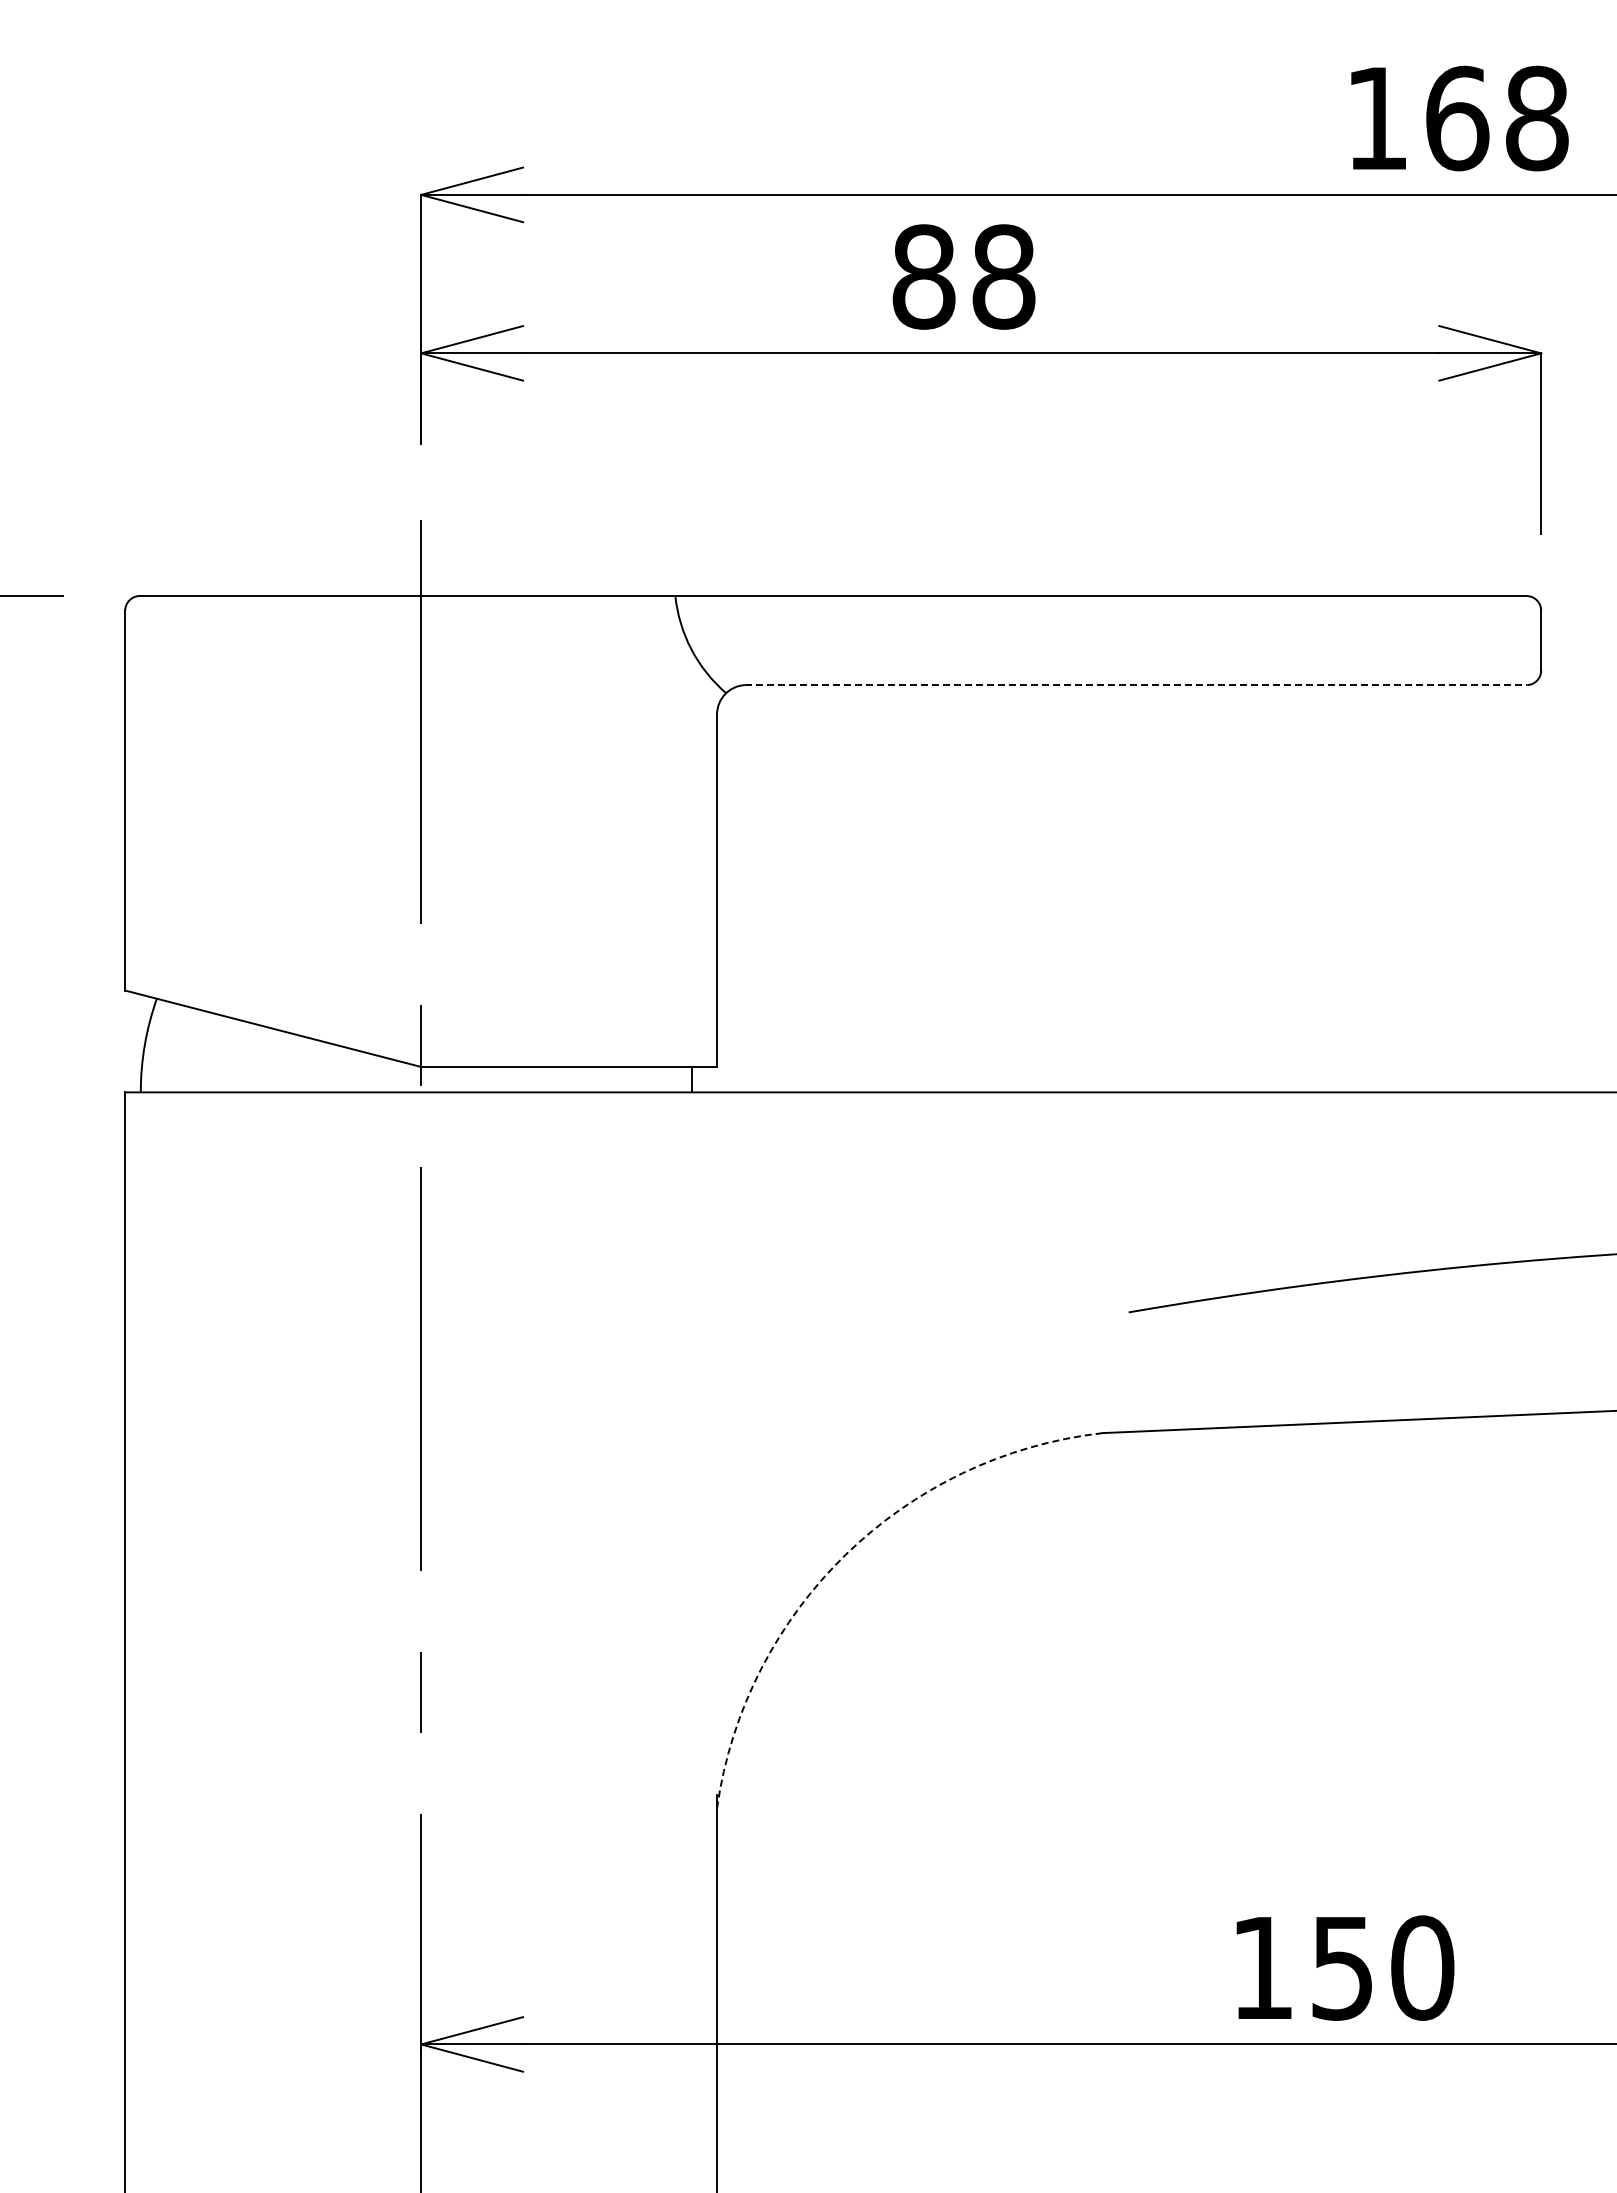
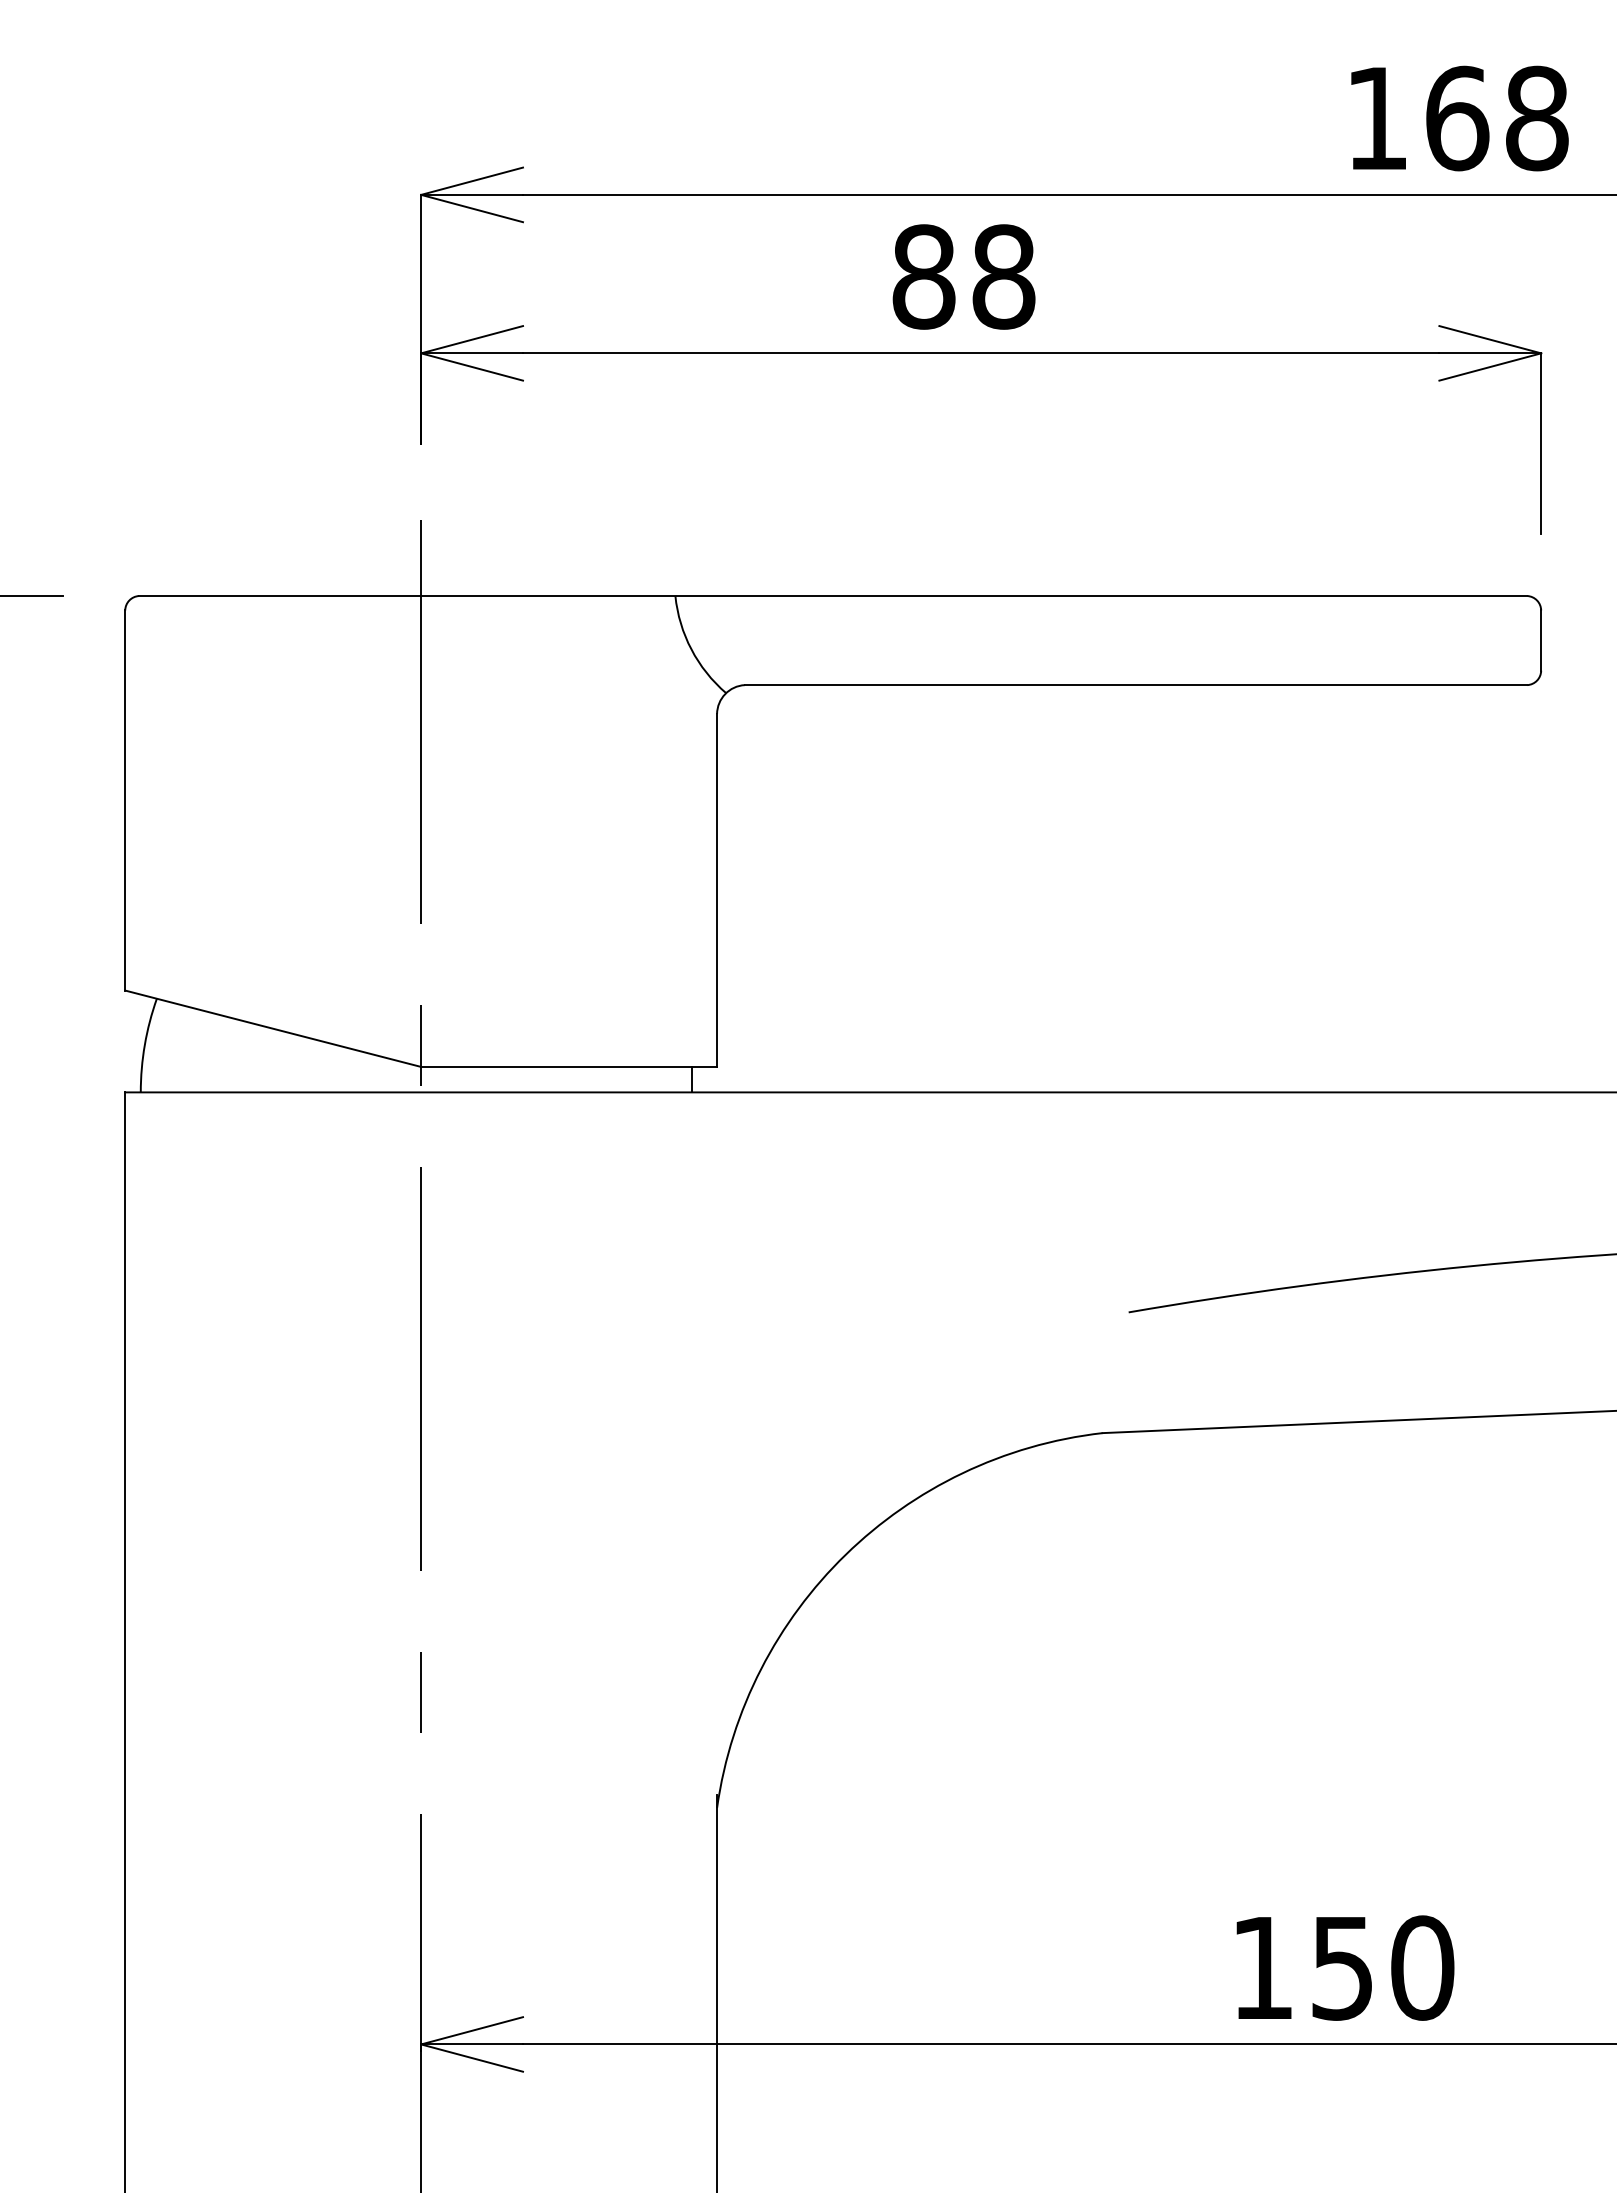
line at (1136, 685): dashed -> solid
arc at (845, 1554): dashed -> solid
